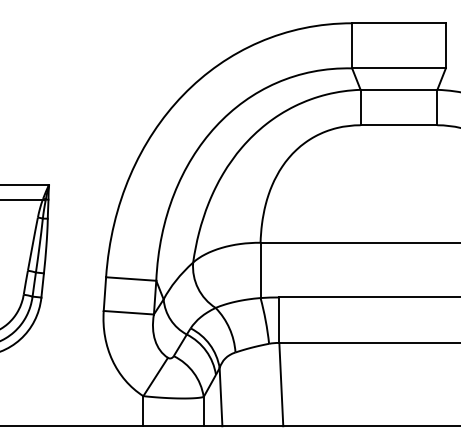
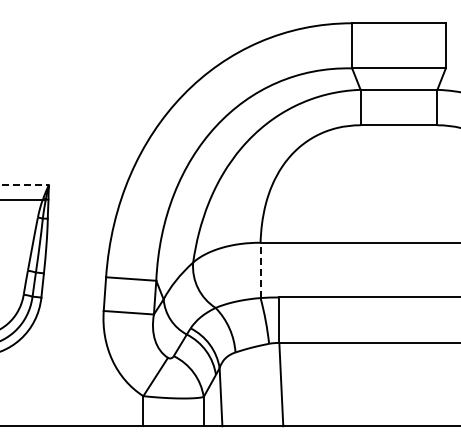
line at (25, 184): solid -> dashed
line at (260, 270): solid -> dashed
